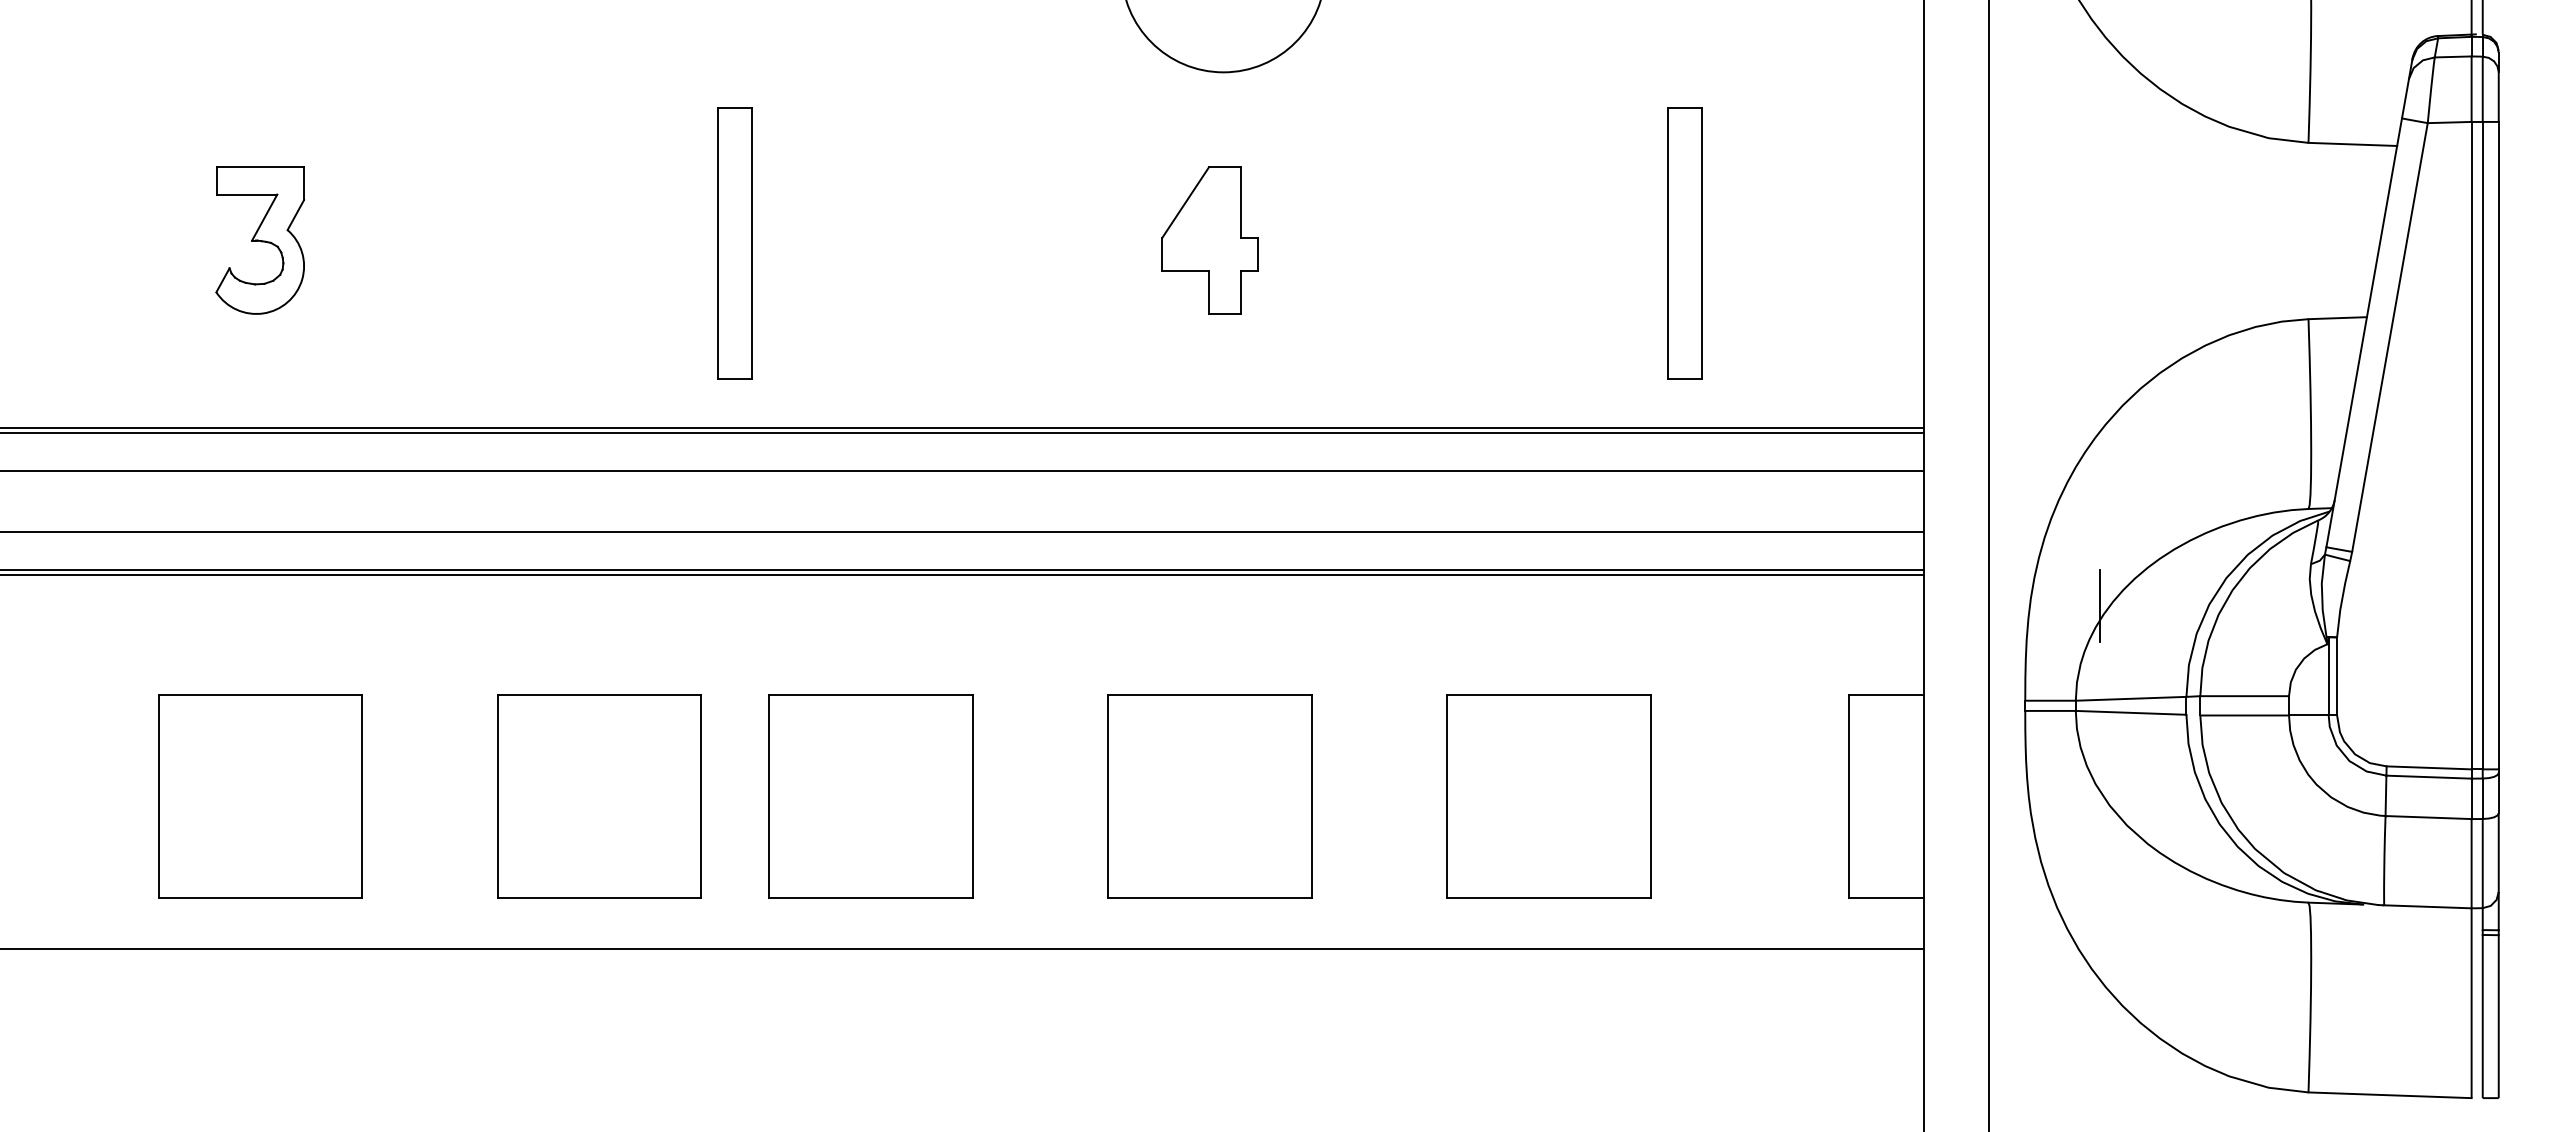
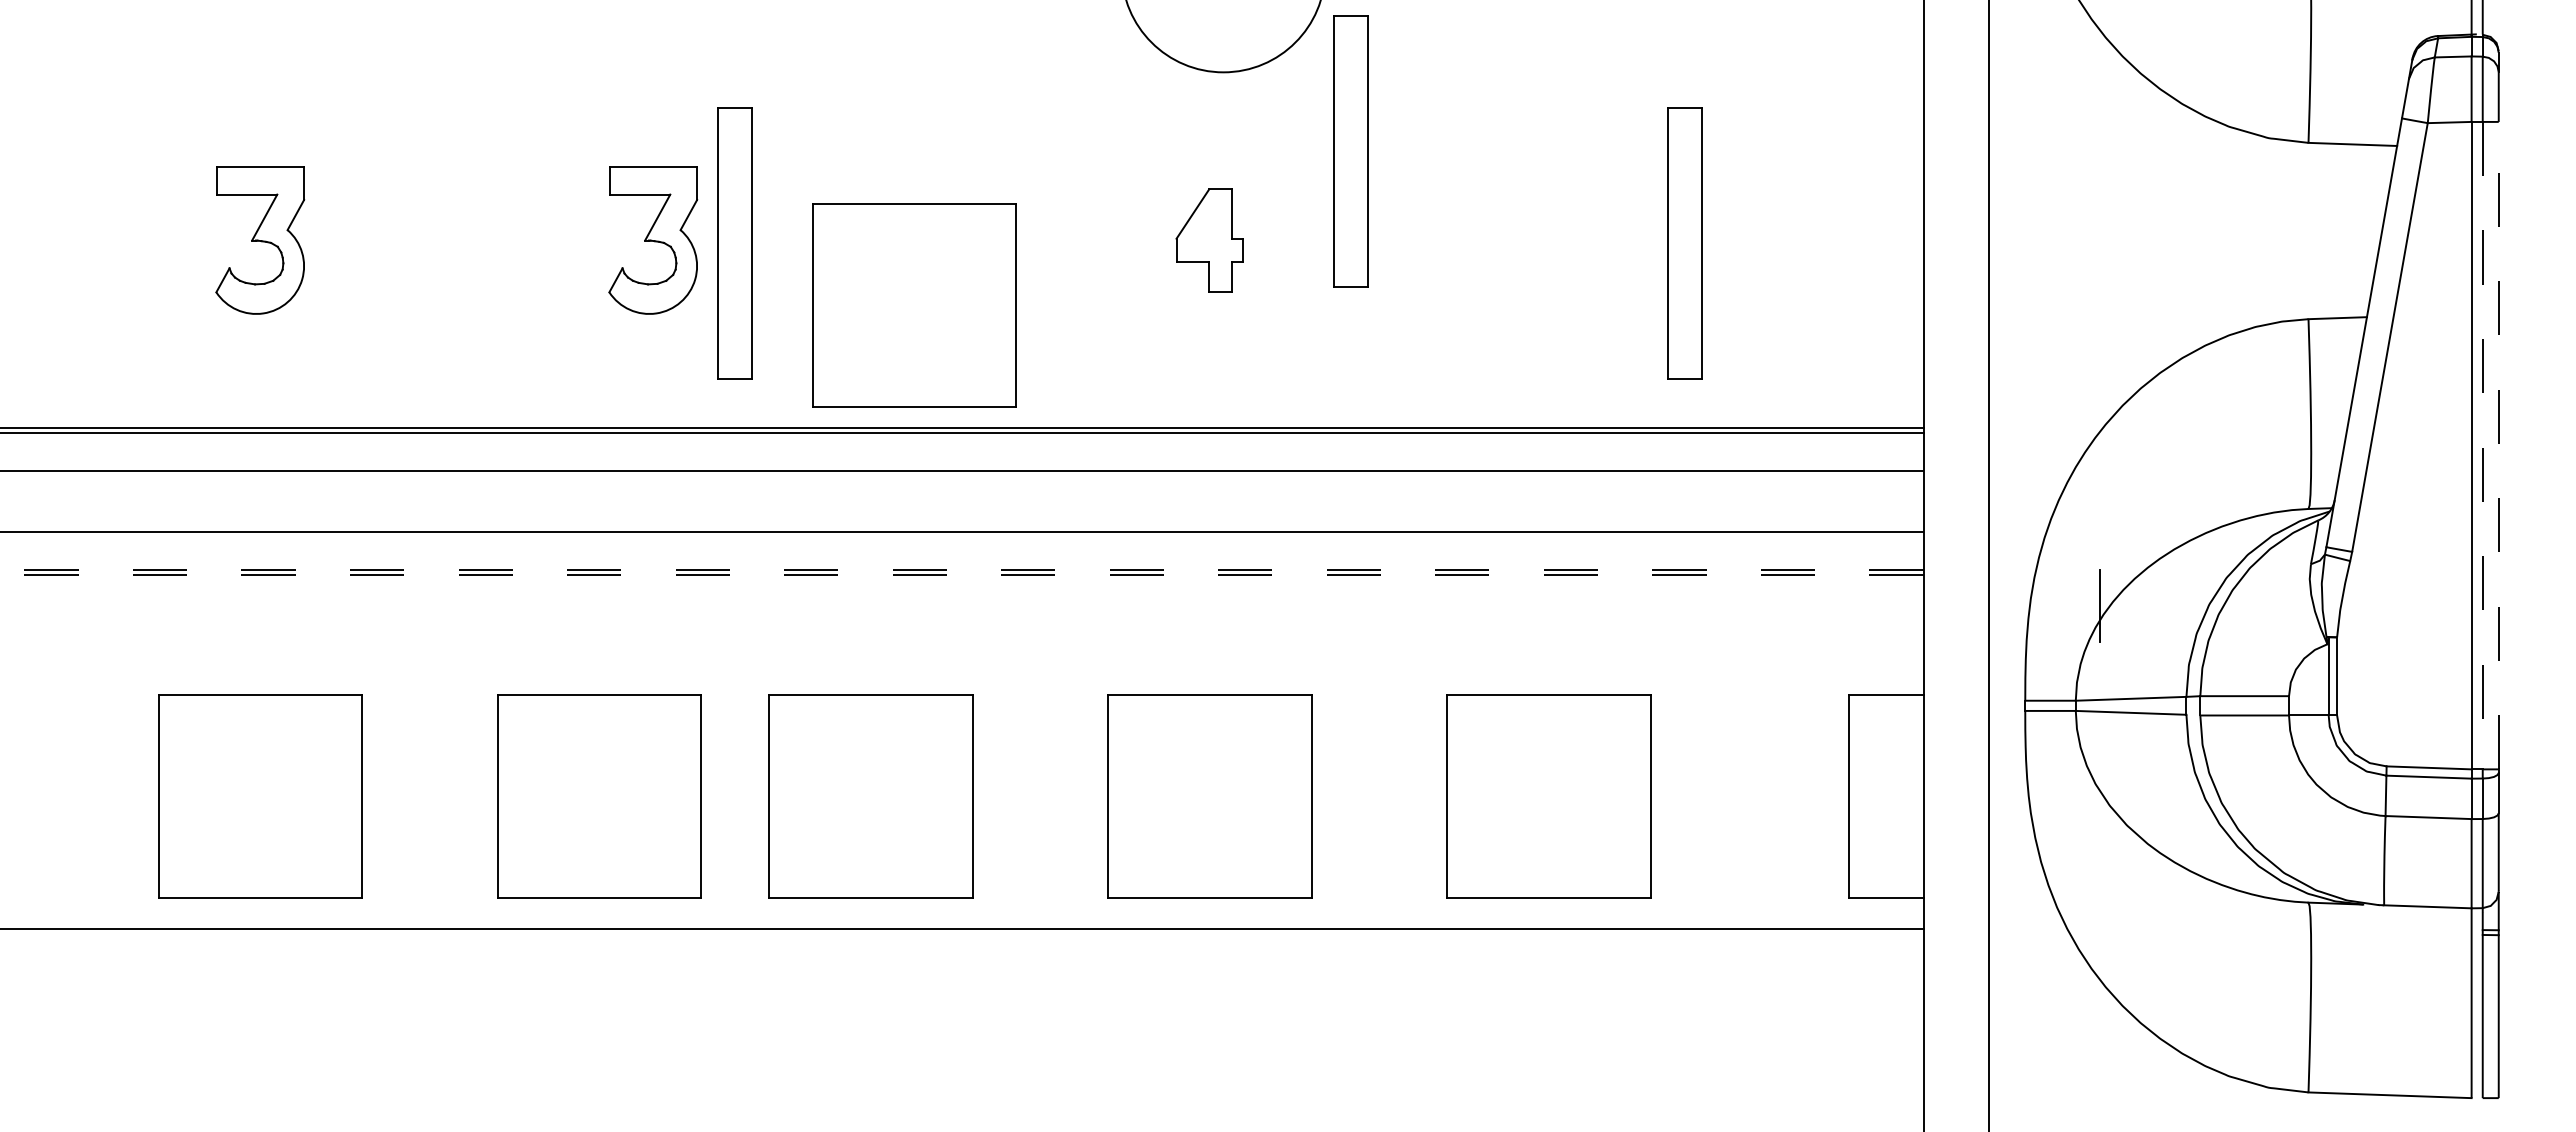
part at (1350, 151): none -> present
part at (653, 240): none -> present
part at (1209, 240) size: 98x149 px -> 69x105 px
part at (914, 305): none -> present
line at (2482, 445): solid -> dashed
line at (2498, 445): solid -> dashed
line at (961, 569): solid -> dashed
line at (961, 575): solid -> dashed
line at (962, 948) position: (962, 948) -> (962, 928)
